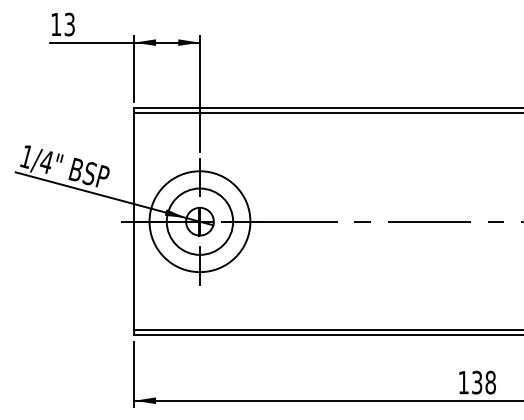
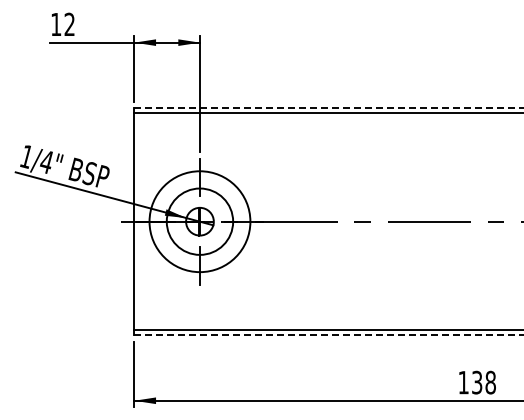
text at (69, 24): 13 -> 12
line at (329, 108): solid -> dashed
line at (329, 335): solid -> dashed
